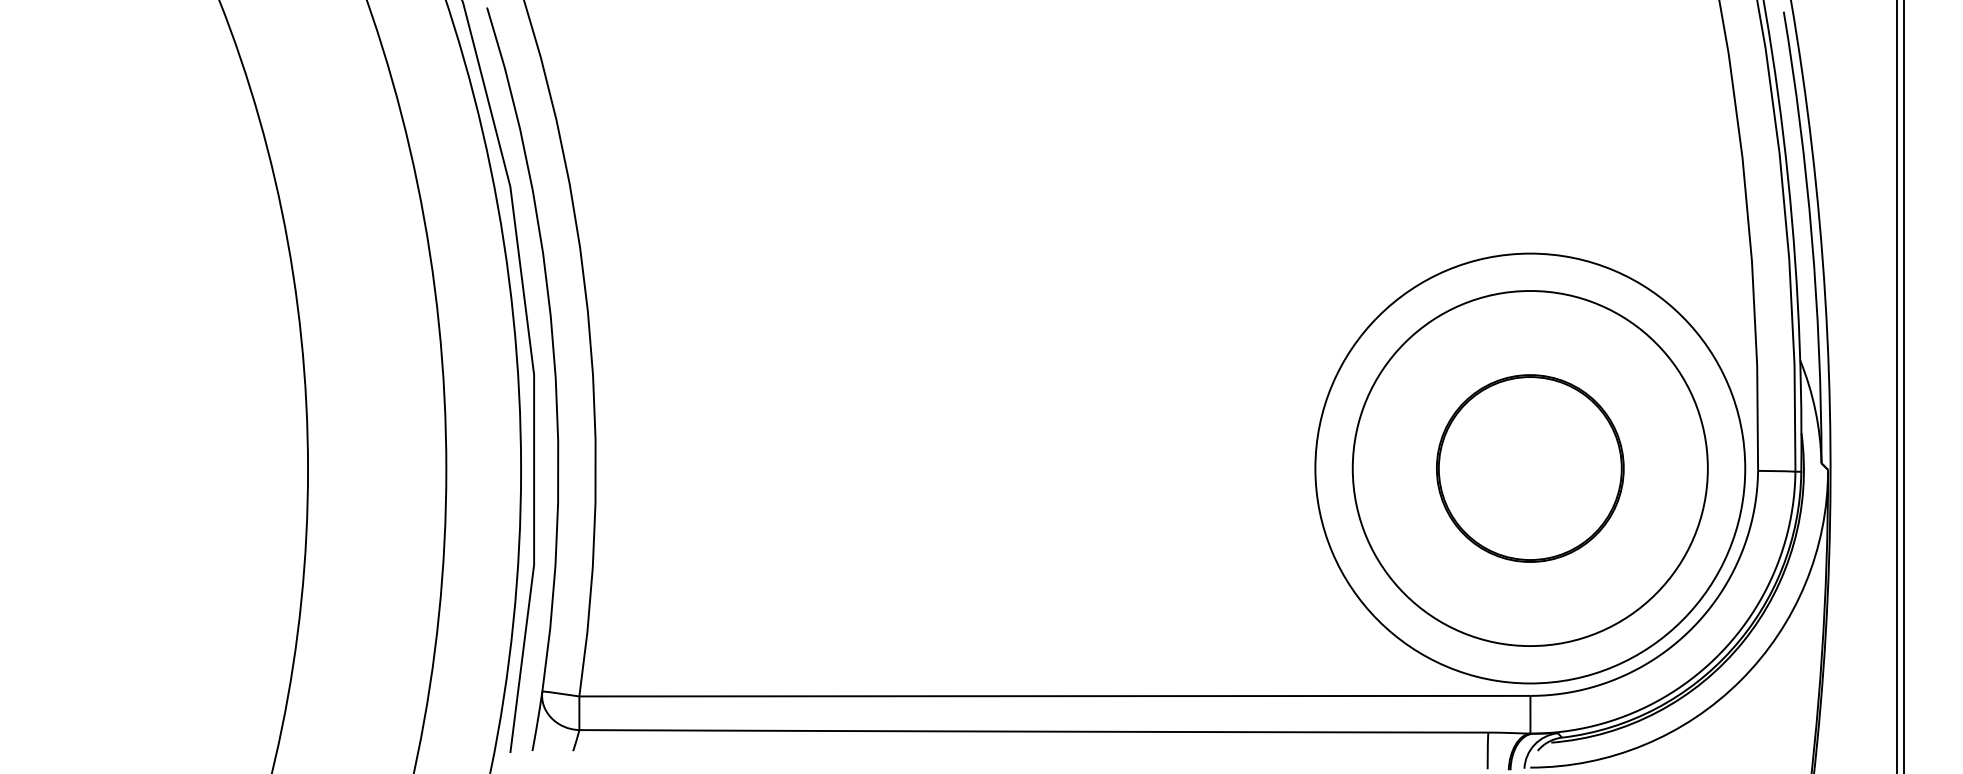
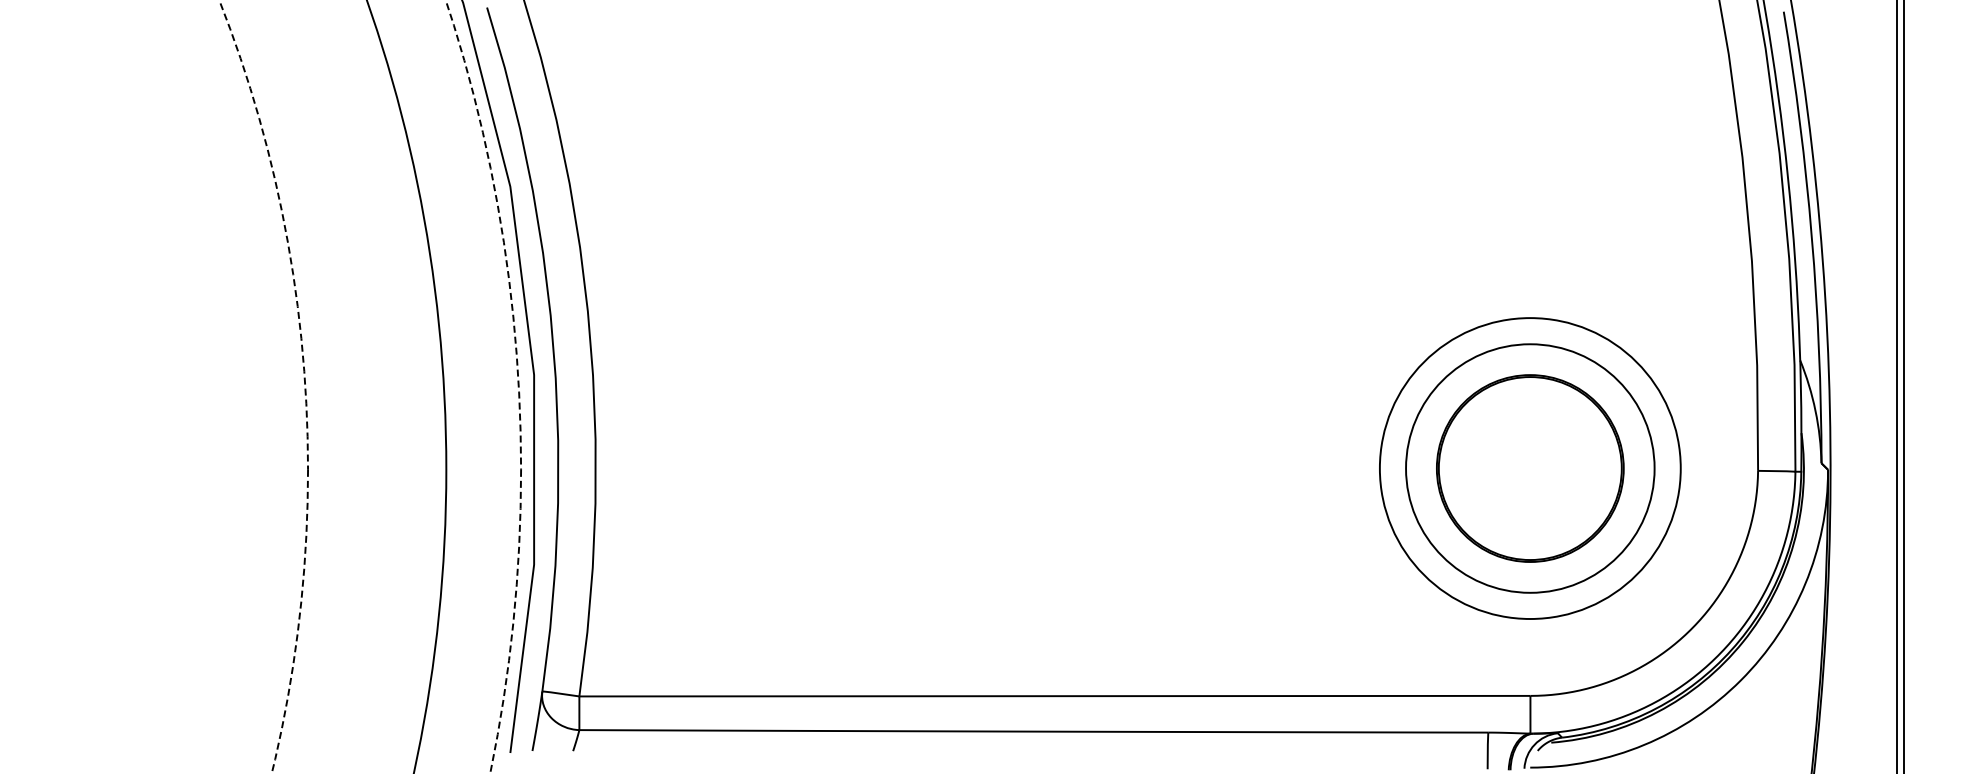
circle at (263, 386): solid -> dashed
circle at (483, 386): solid -> dashed
circle at (1529, 468) diameter: 355 px -> 249 px
circle at (1530, 468) diameter: 430 px -> 301 px
